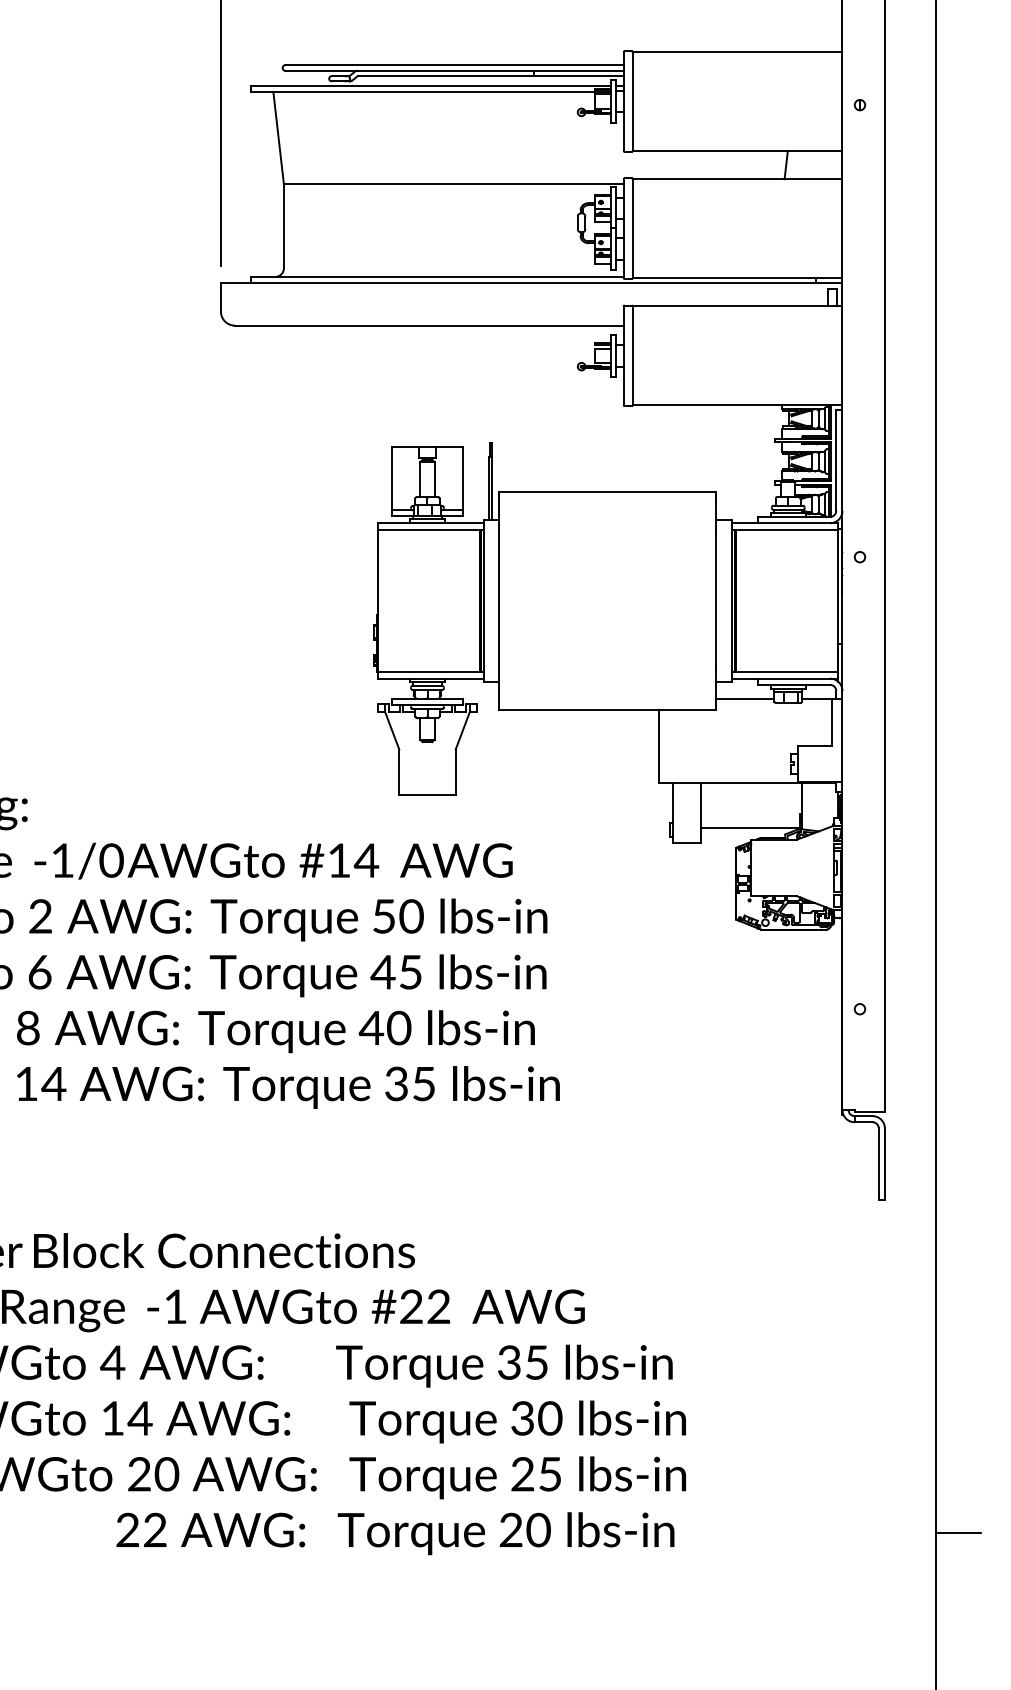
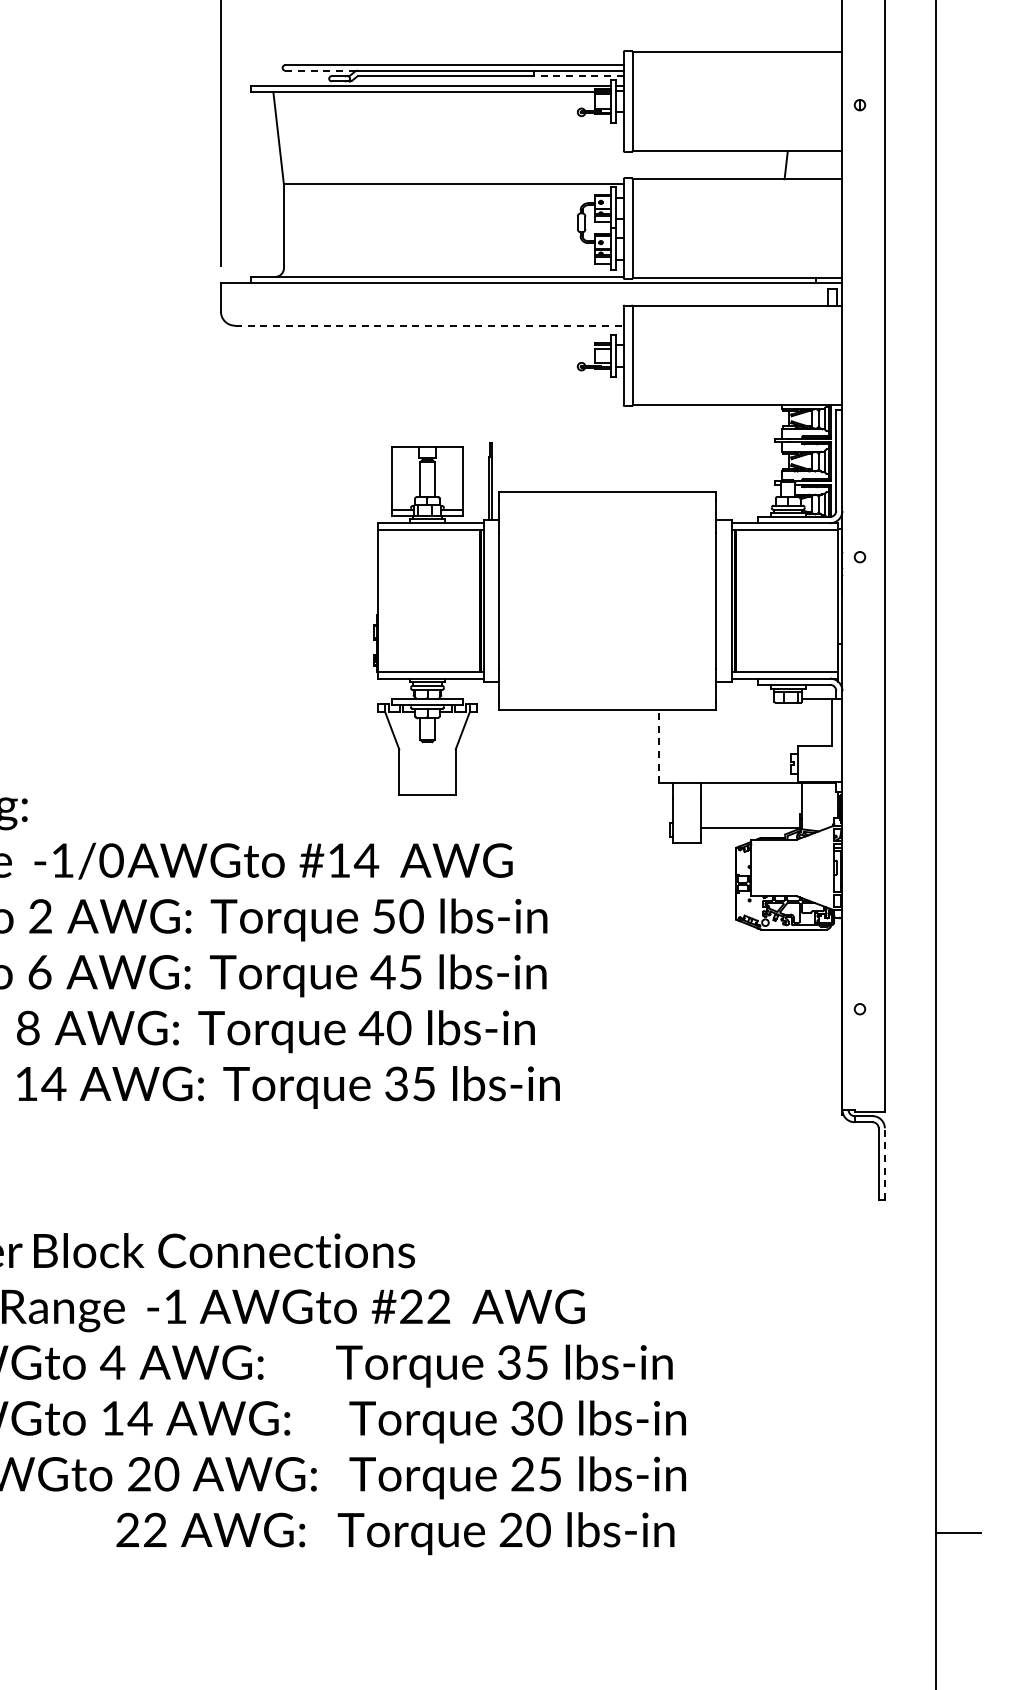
line at (322, 70): solid -> dashed
line at (578, 75): solid -> dashed
line at (429, 325): solid -> dashed
line at (745, 698): present -> none
line at (658, 746): solid -> dashed
line at (884, 1164): solid -> dashed
